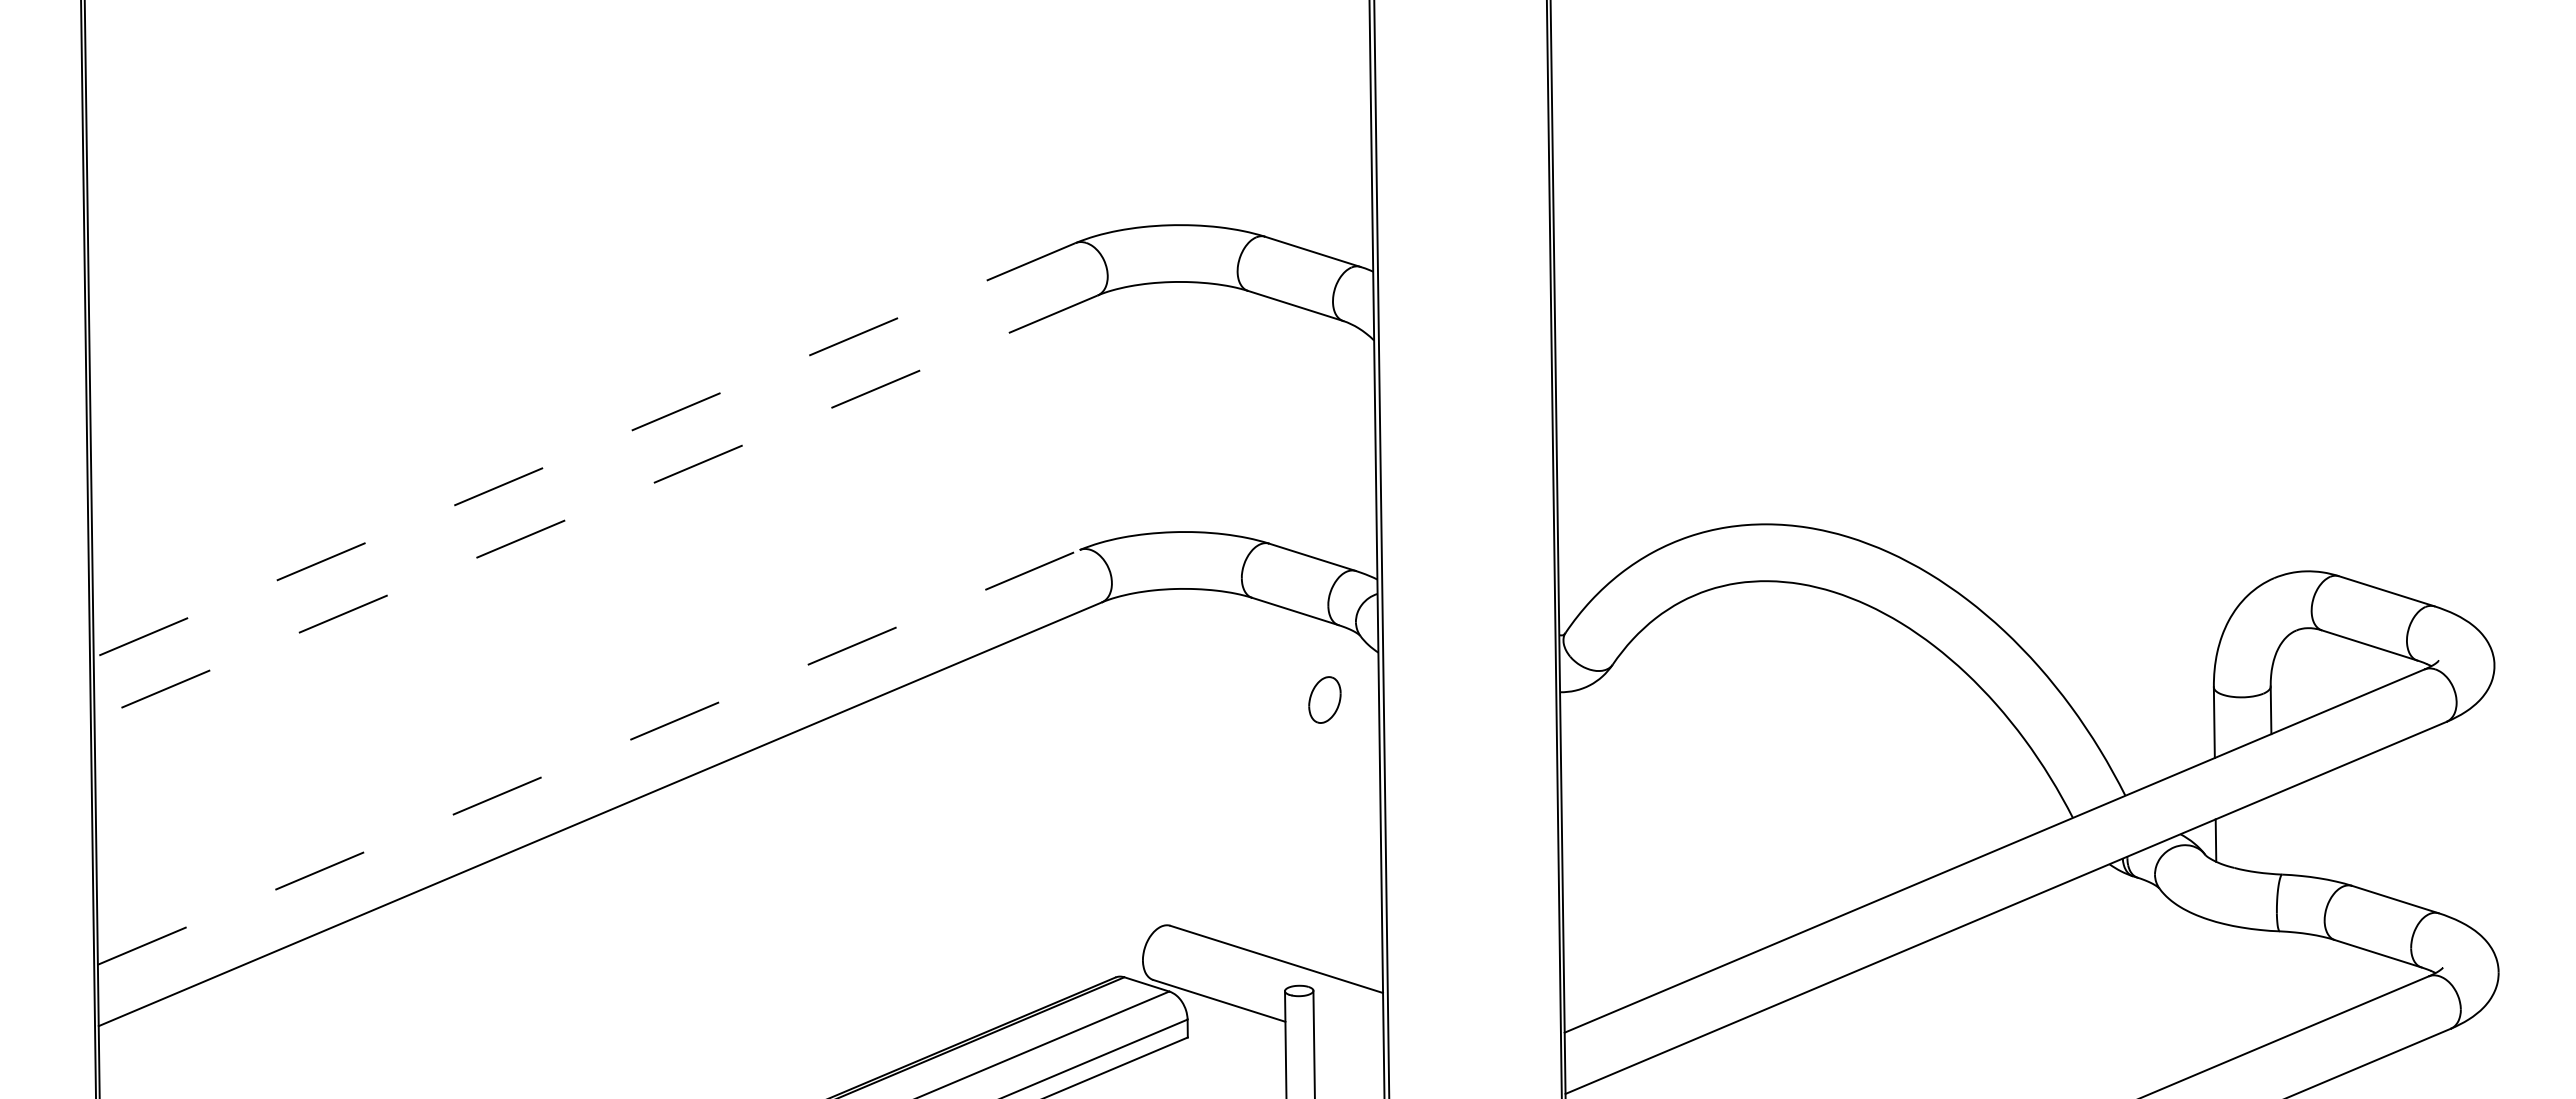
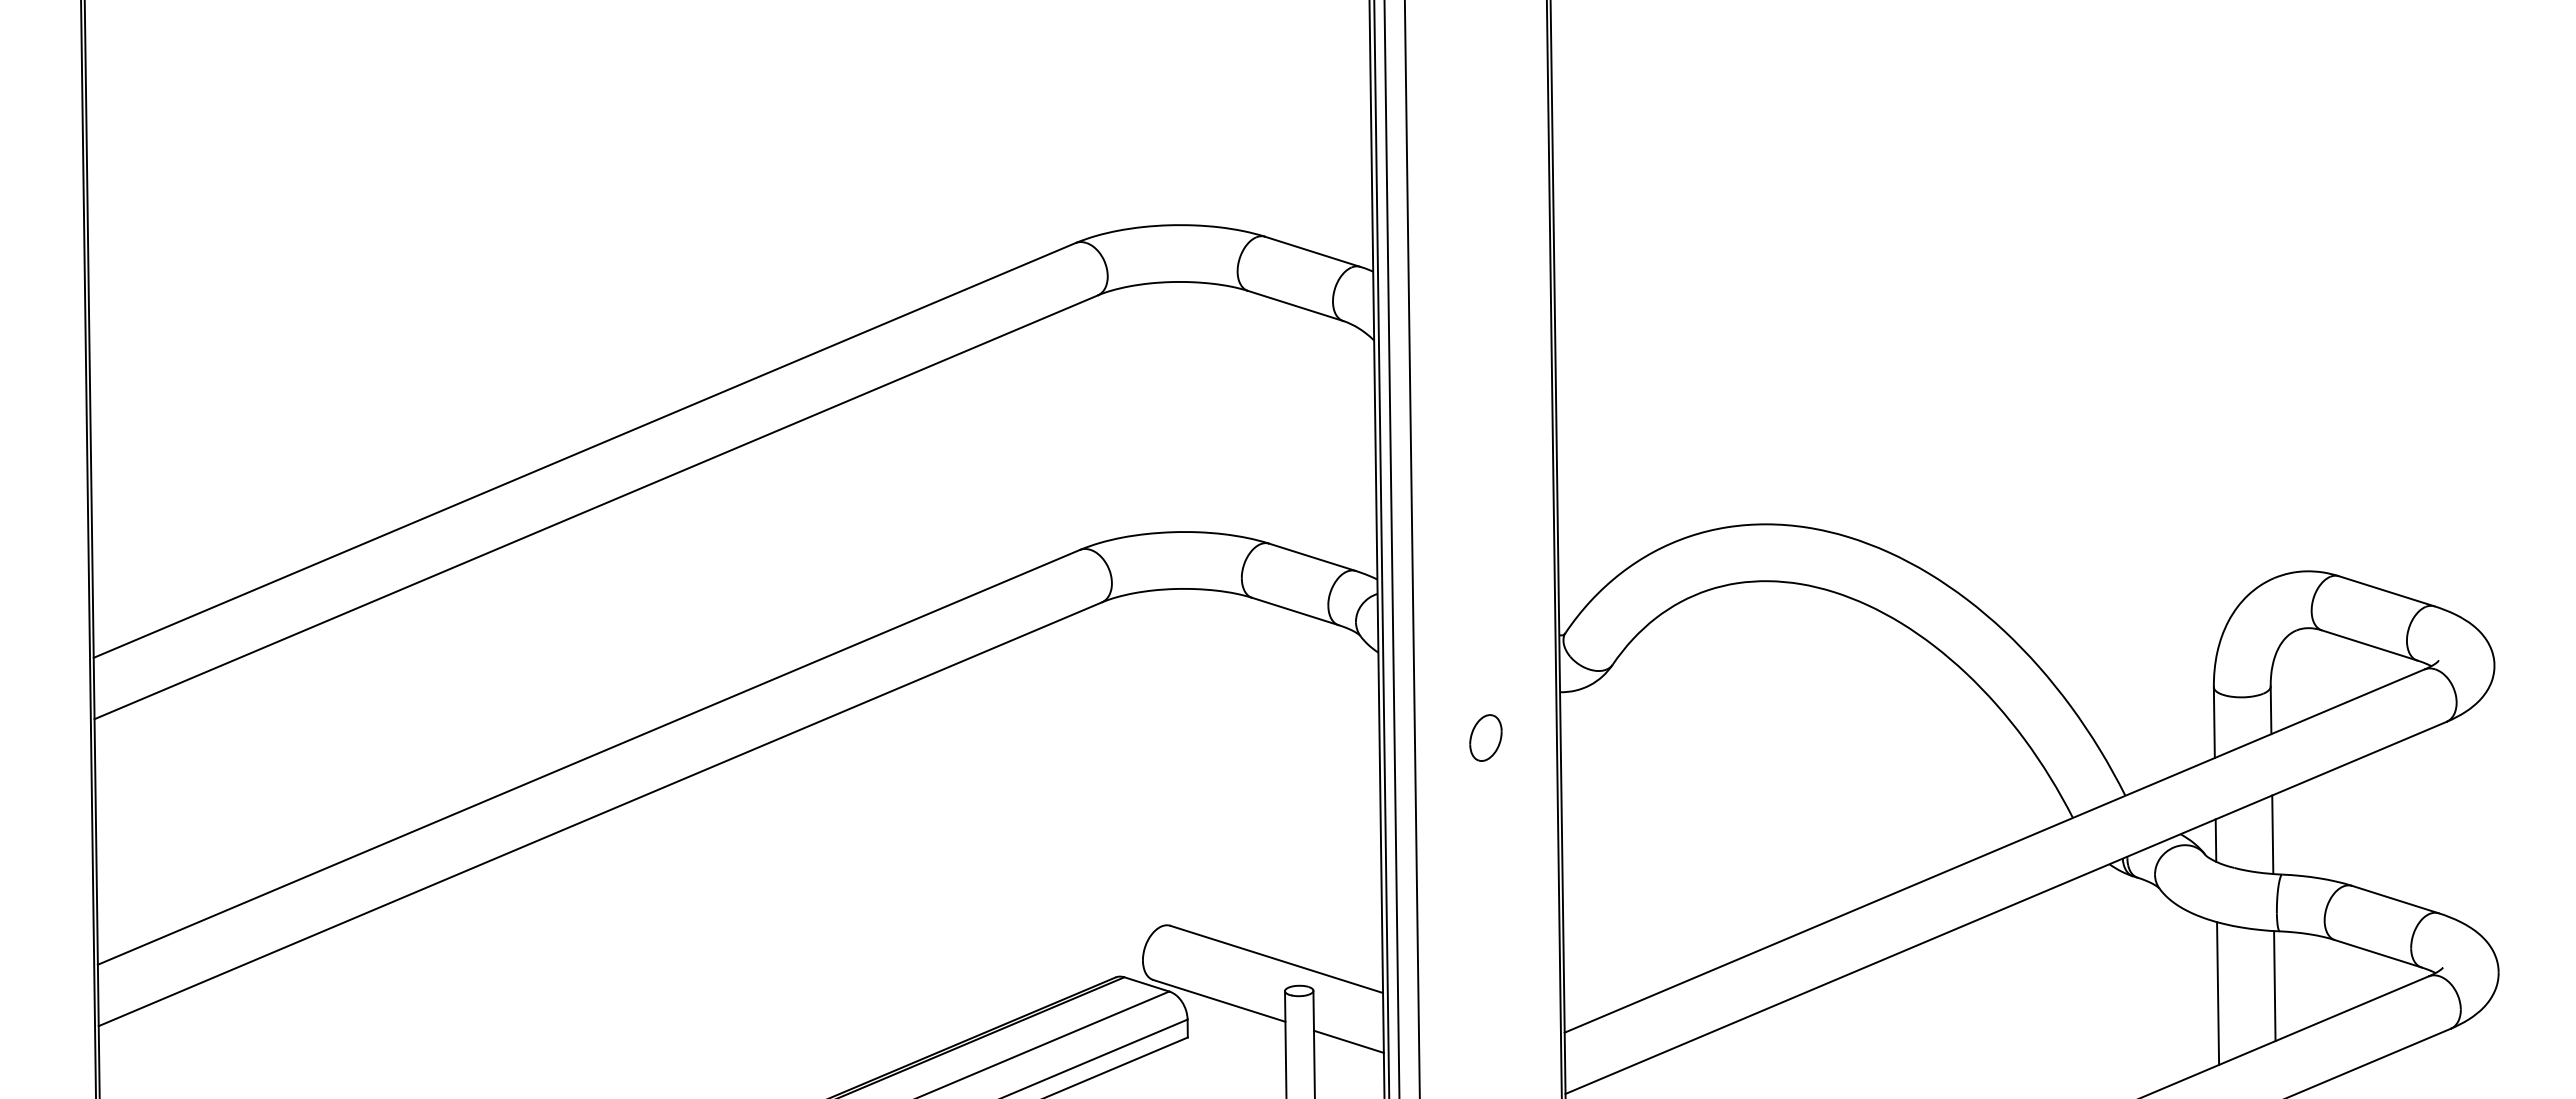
line at (584, 450): dashed -> solid
line at (595, 507): dashed -> solid
line at (1391, 548): none -> present
line at (1411, 548): none -> present
part at (1324, 699) position: (1324, 699) -> (1485, 737)
line at (588, 757): dashed -> solid
line at (2272, 834): none -> present
line at (2274, 986): none -> present
line at (2218, 993): none -> present
line at (1348, 1041): none -> present
